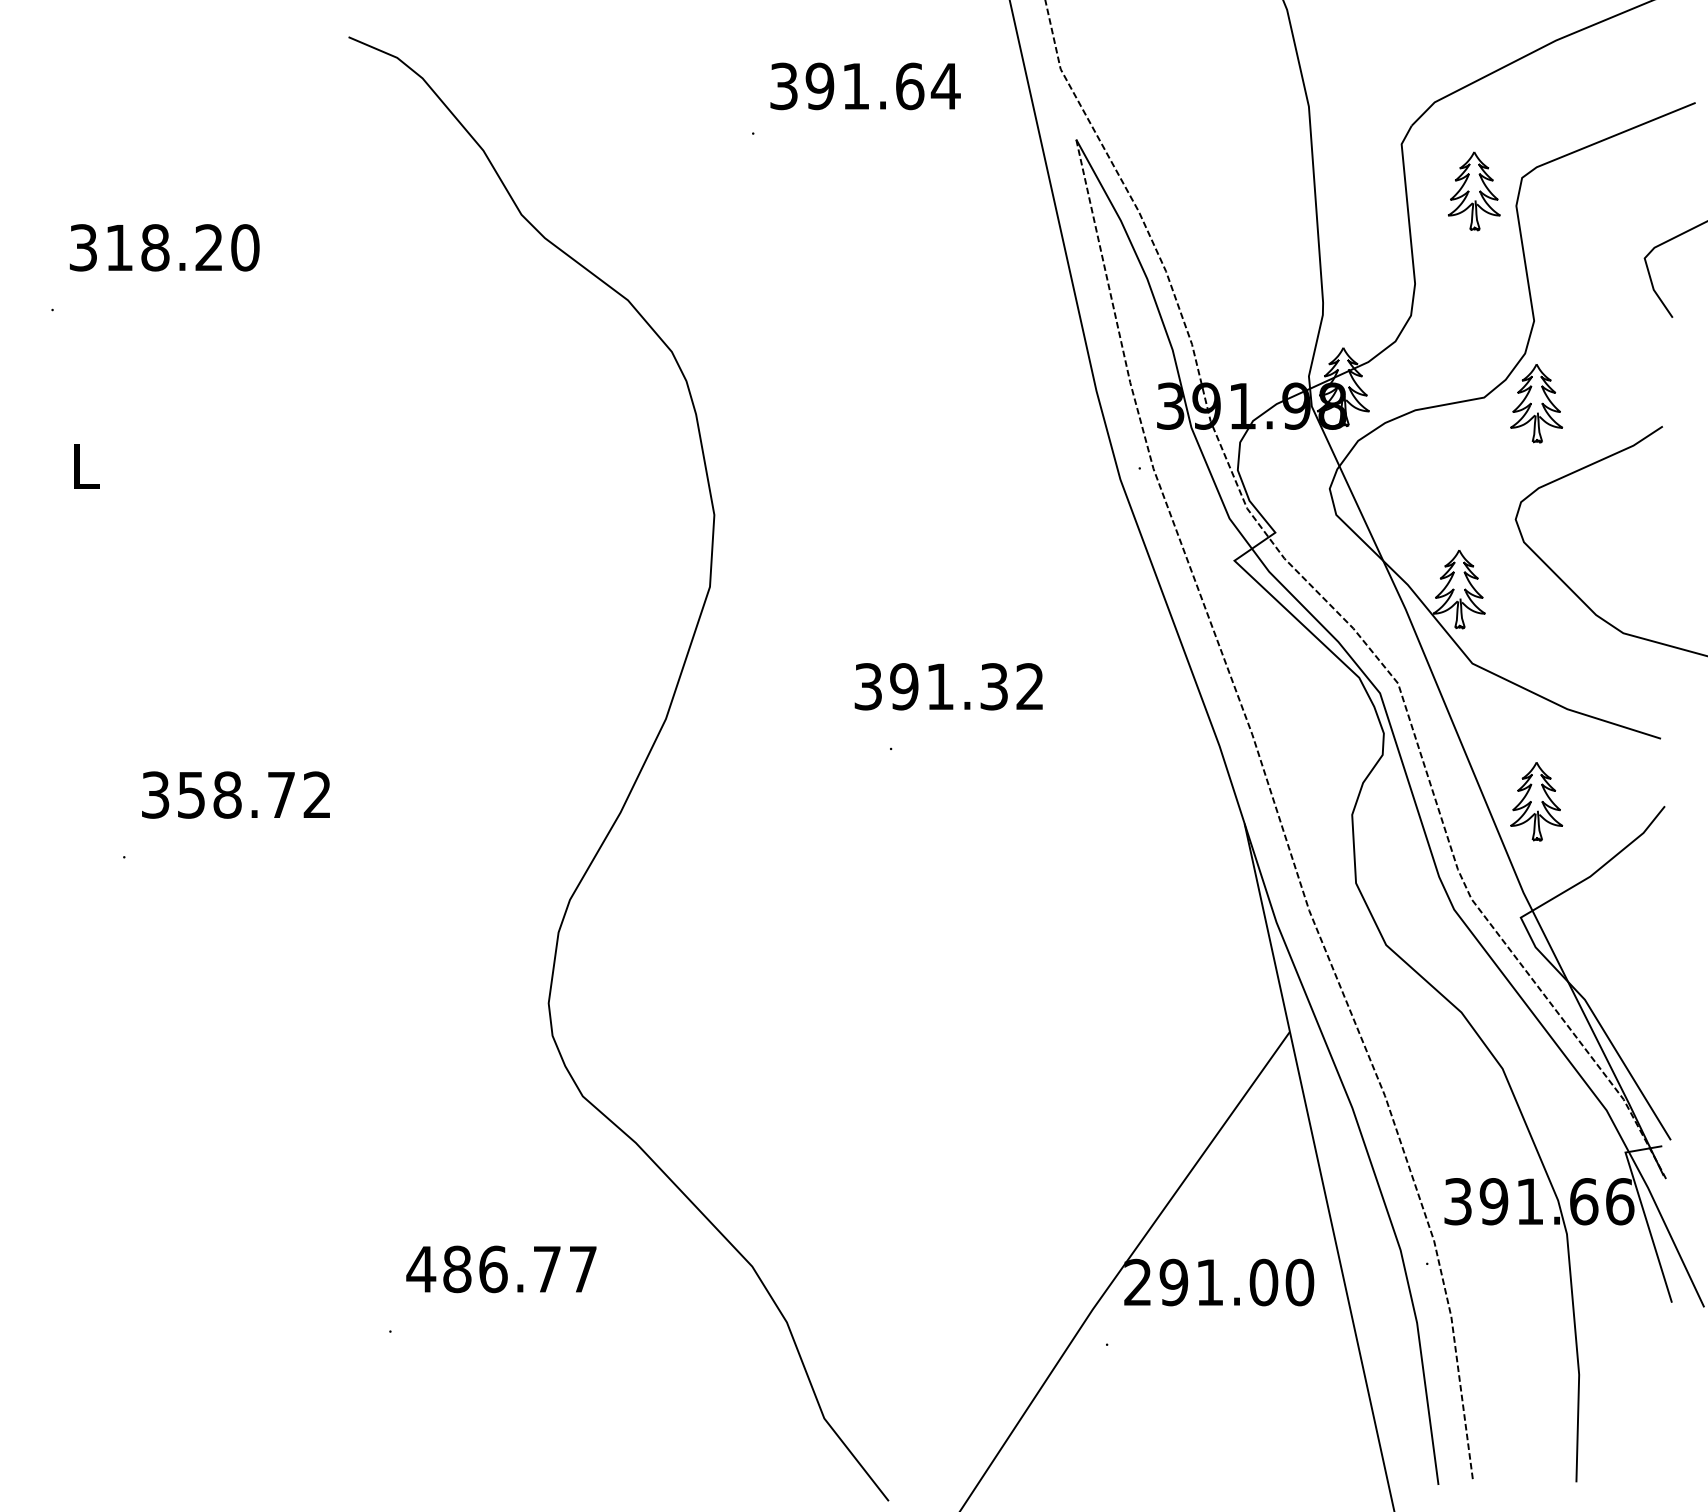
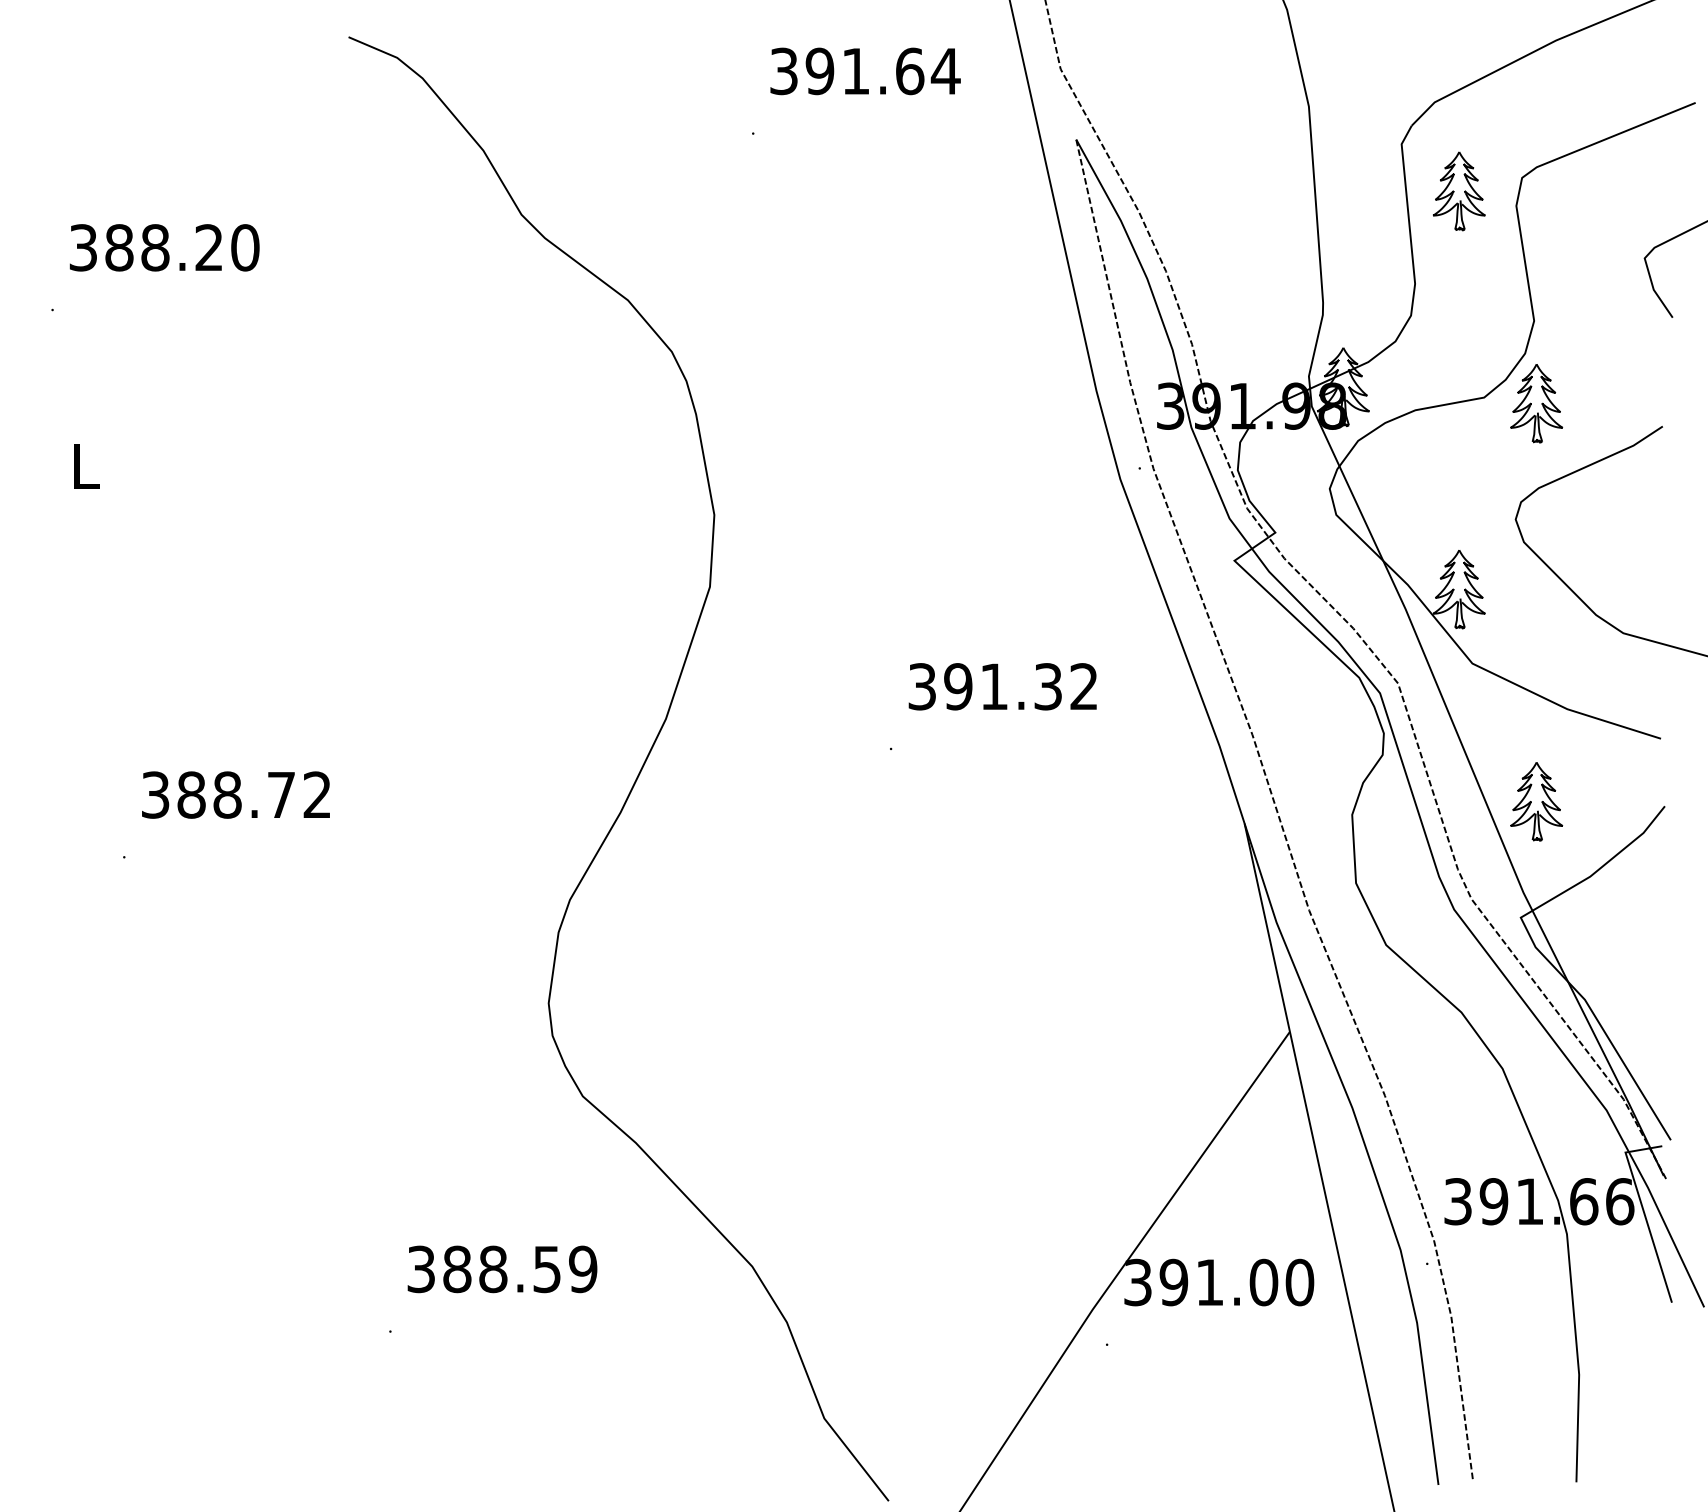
text at (865, 86) position: (865, 86) -> (865, 71)
part at (1474, 191) position: (1474, 191) -> (1459, 191)
text at (119, 247): 318.20 -> 388.20
text at (948, 686) position: (948, 686) -> (1002, 686)
text at (191, 794): 358.72 -> 388.72
text at (501, 1269): 486.77 -> 388.59
text at (1137, 1282): 291.00 -> 391.00
